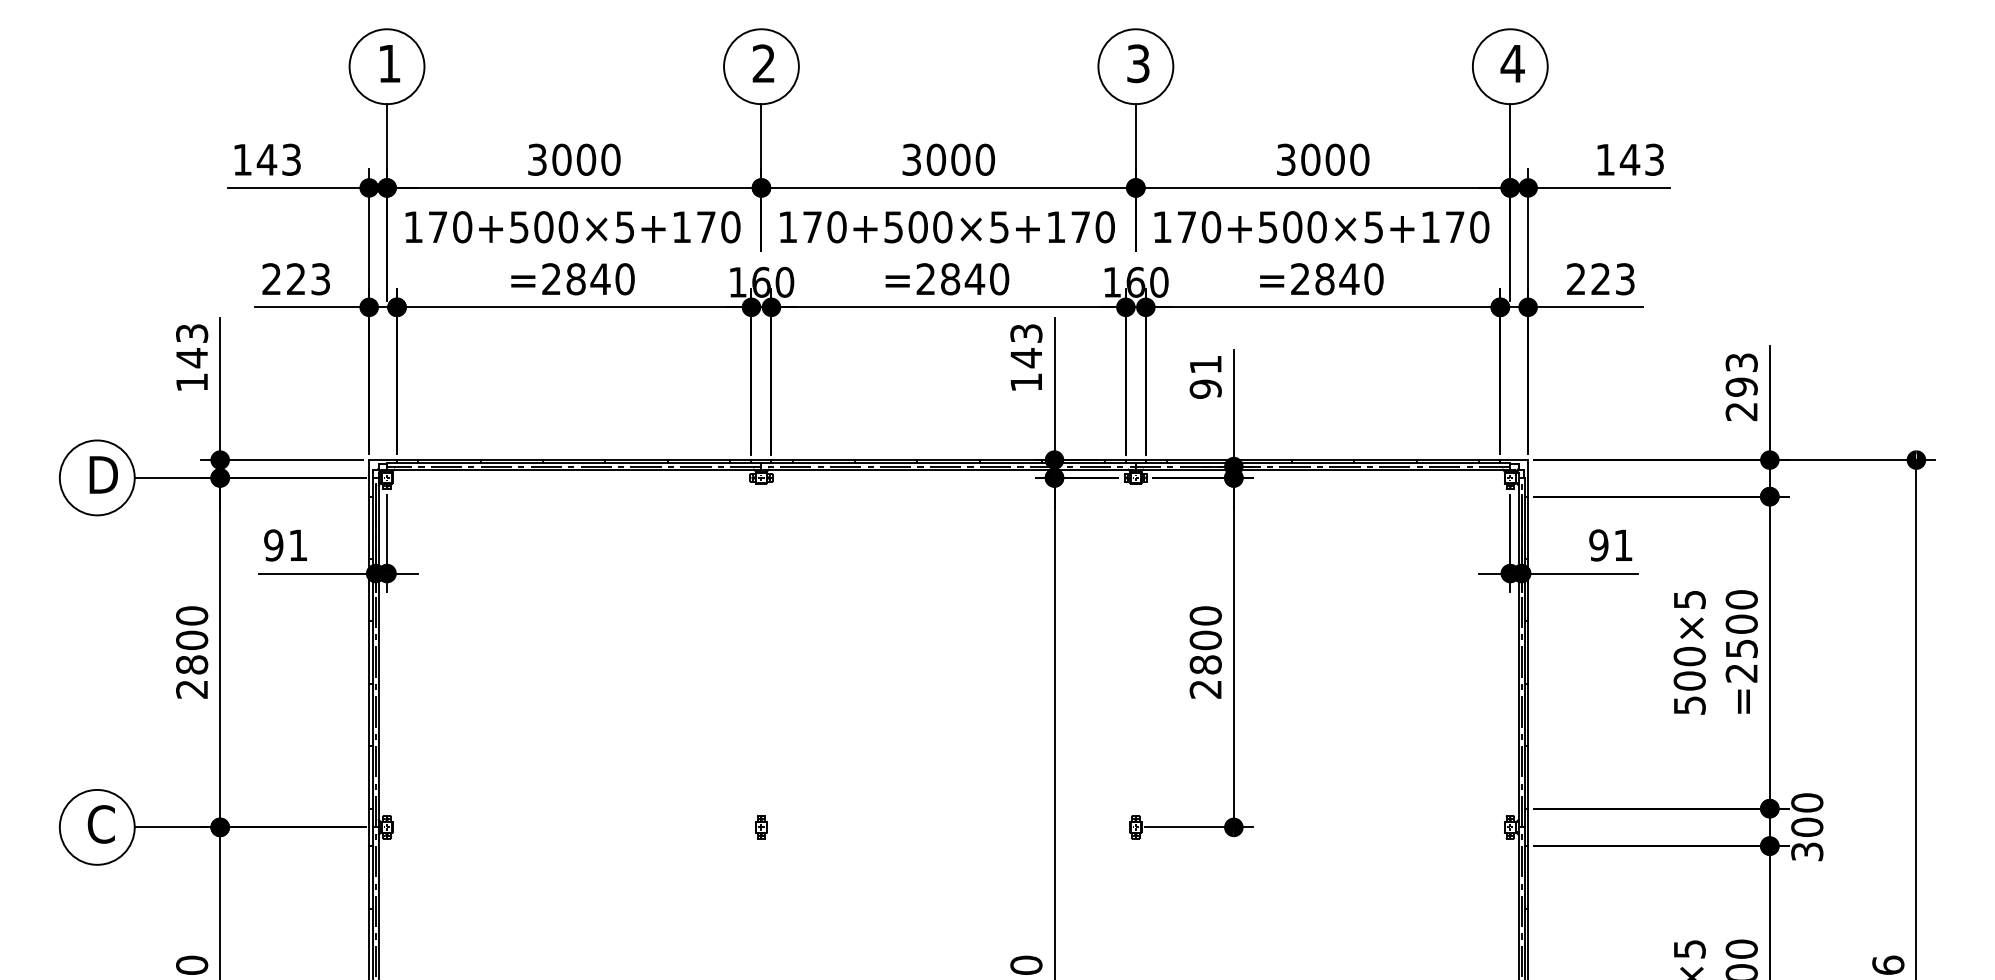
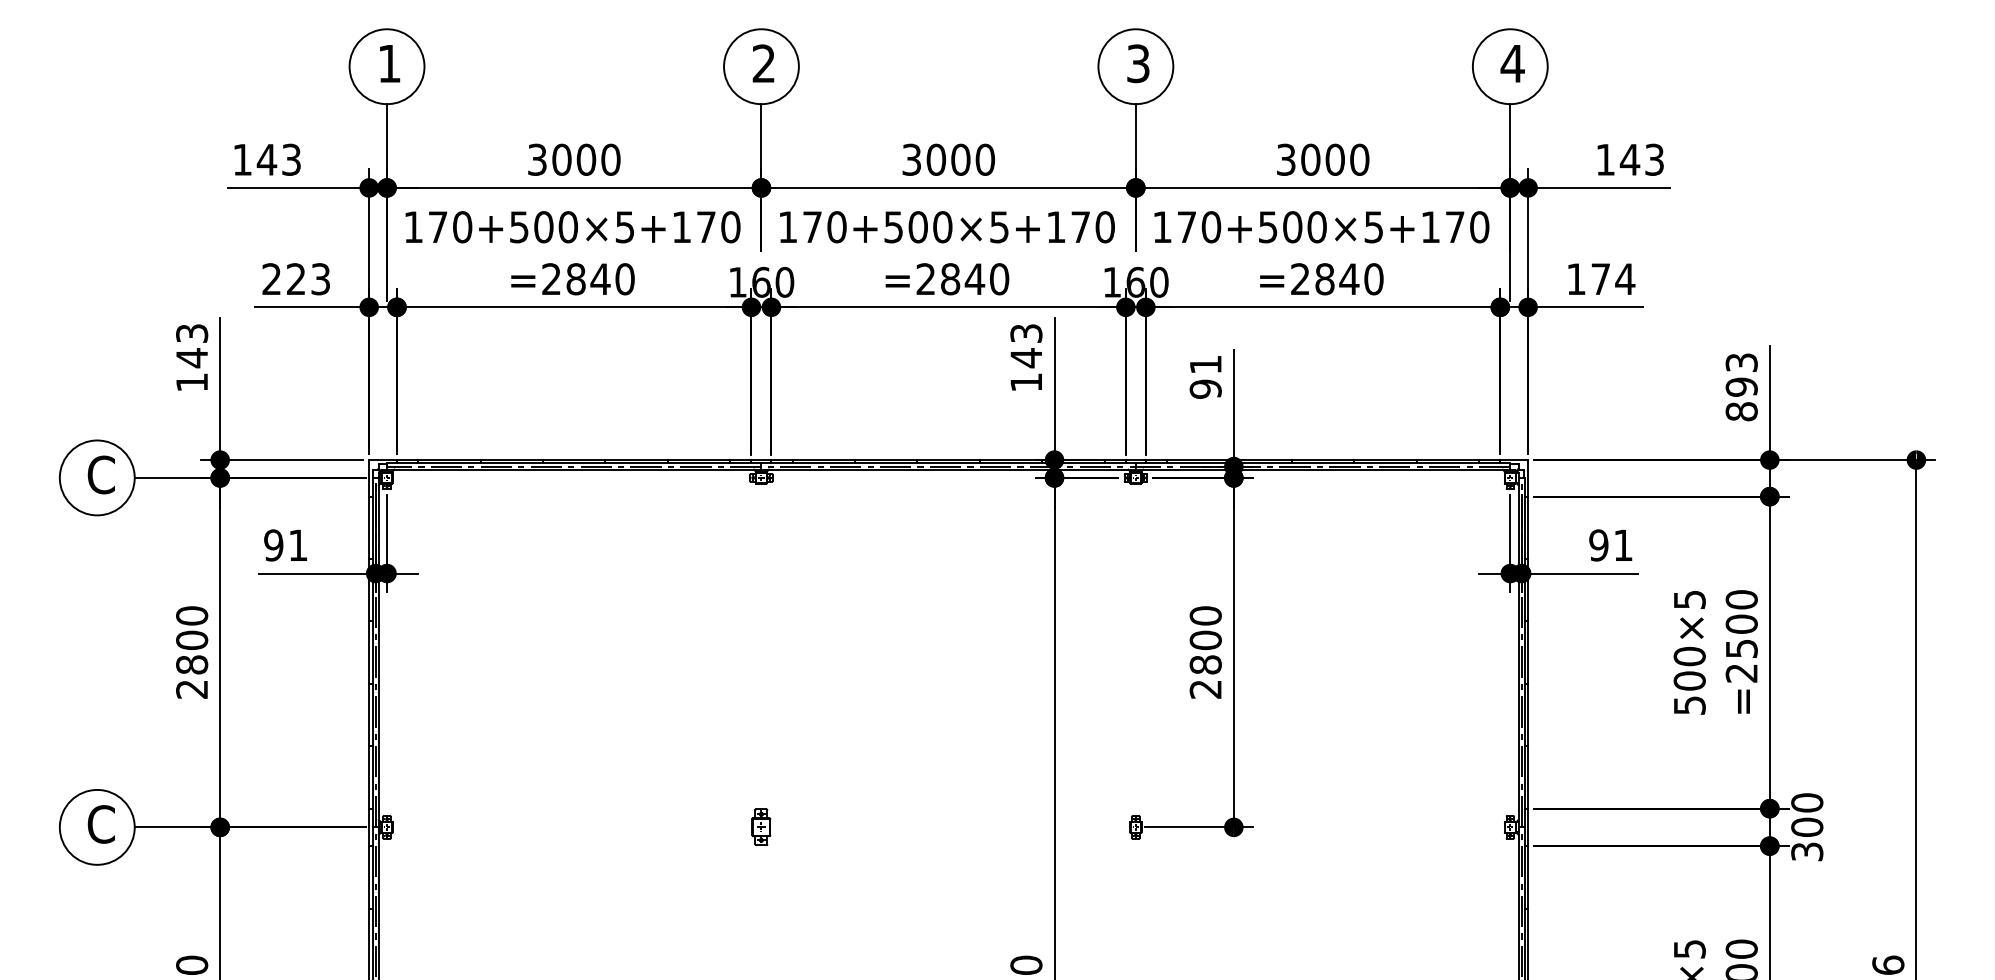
text at (1601, 279): 223 -> 174
text at (1741, 411): 293 -> 893
text at (102, 474): D -> C
part at (761, 827) size: 13x25 px -> 21x38 px
